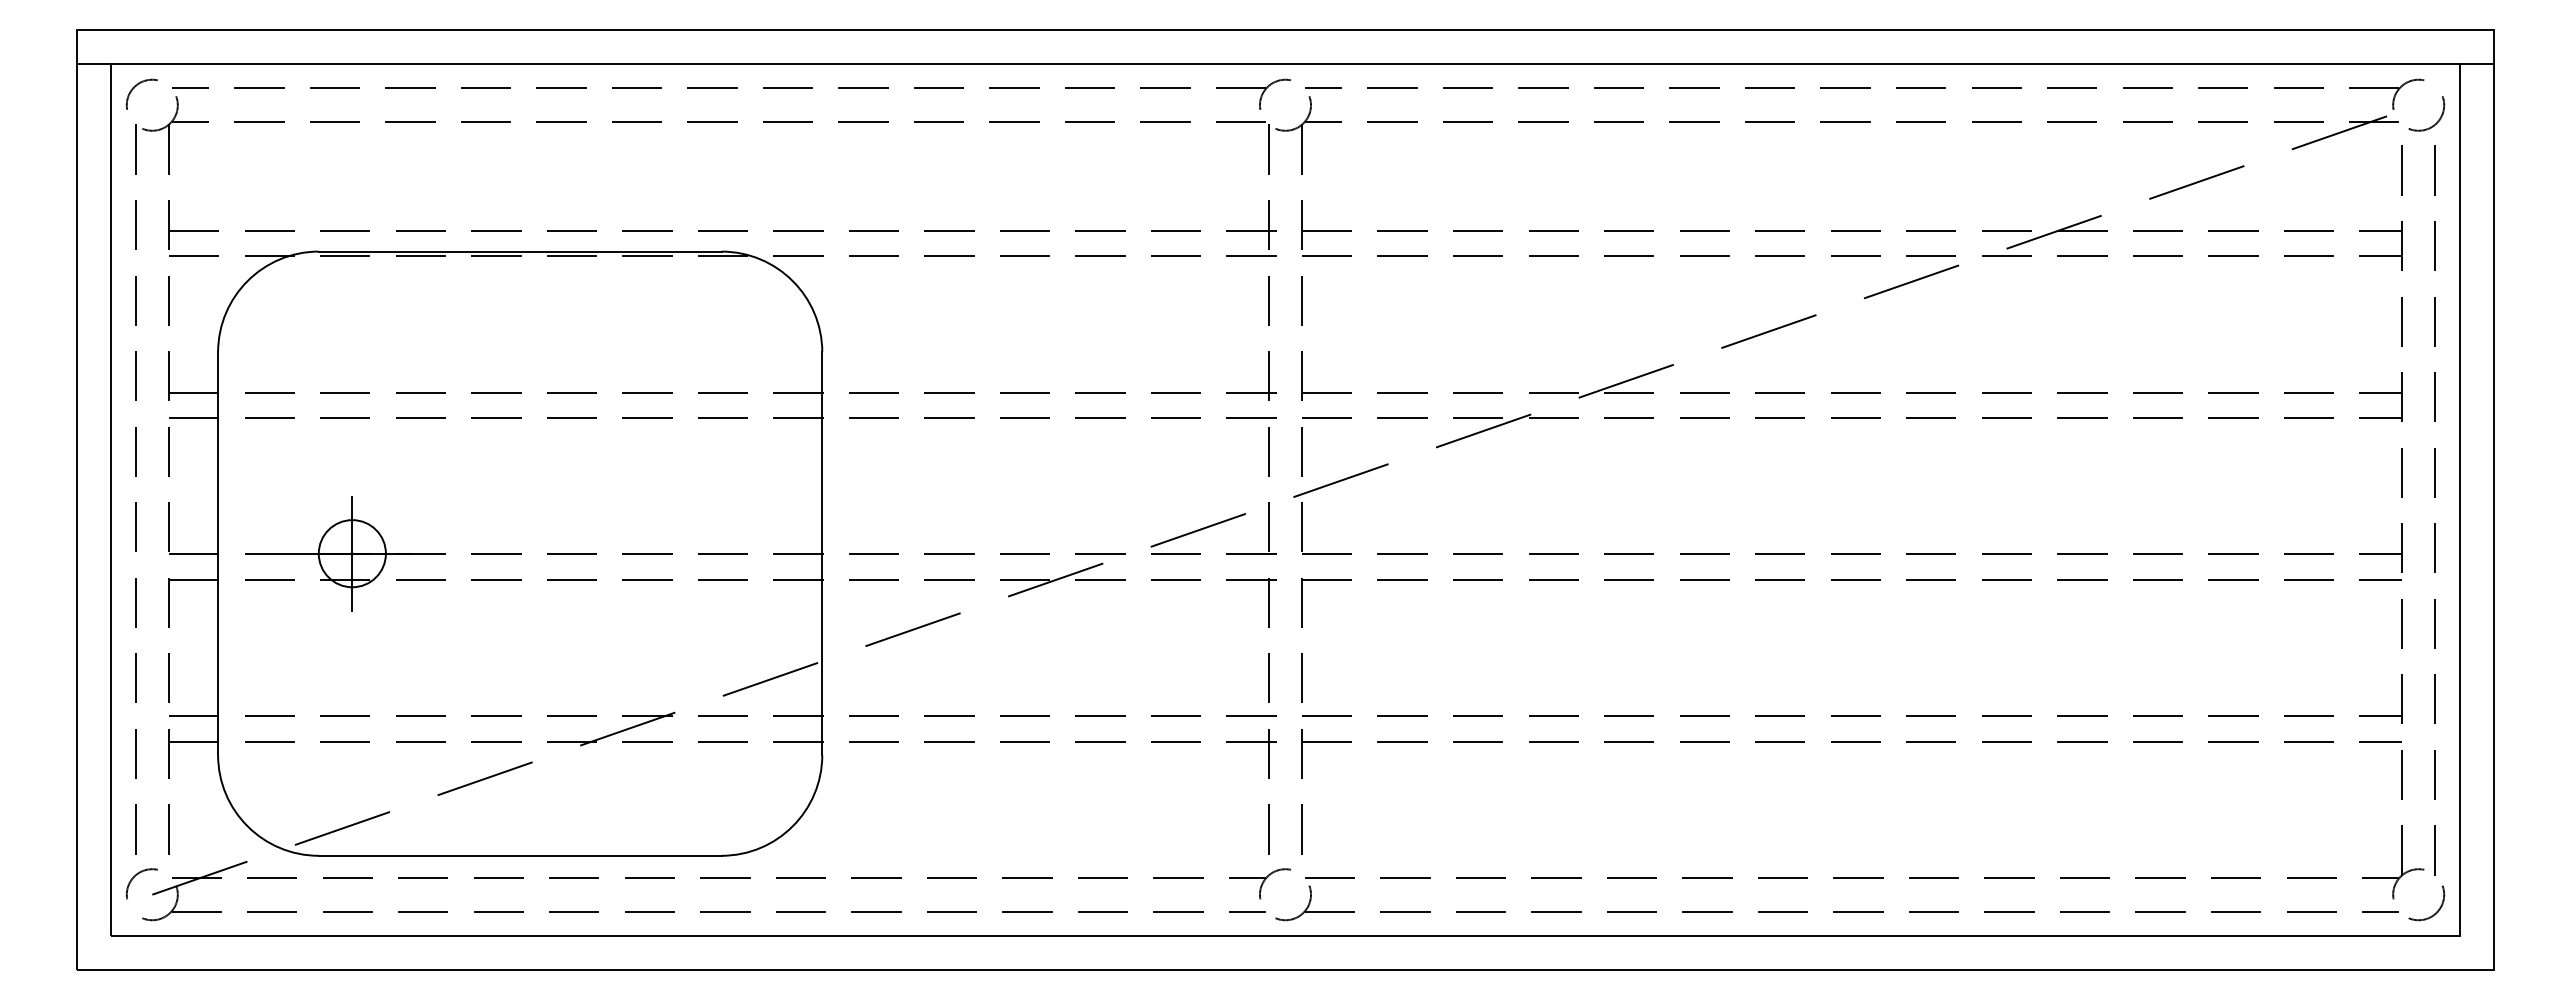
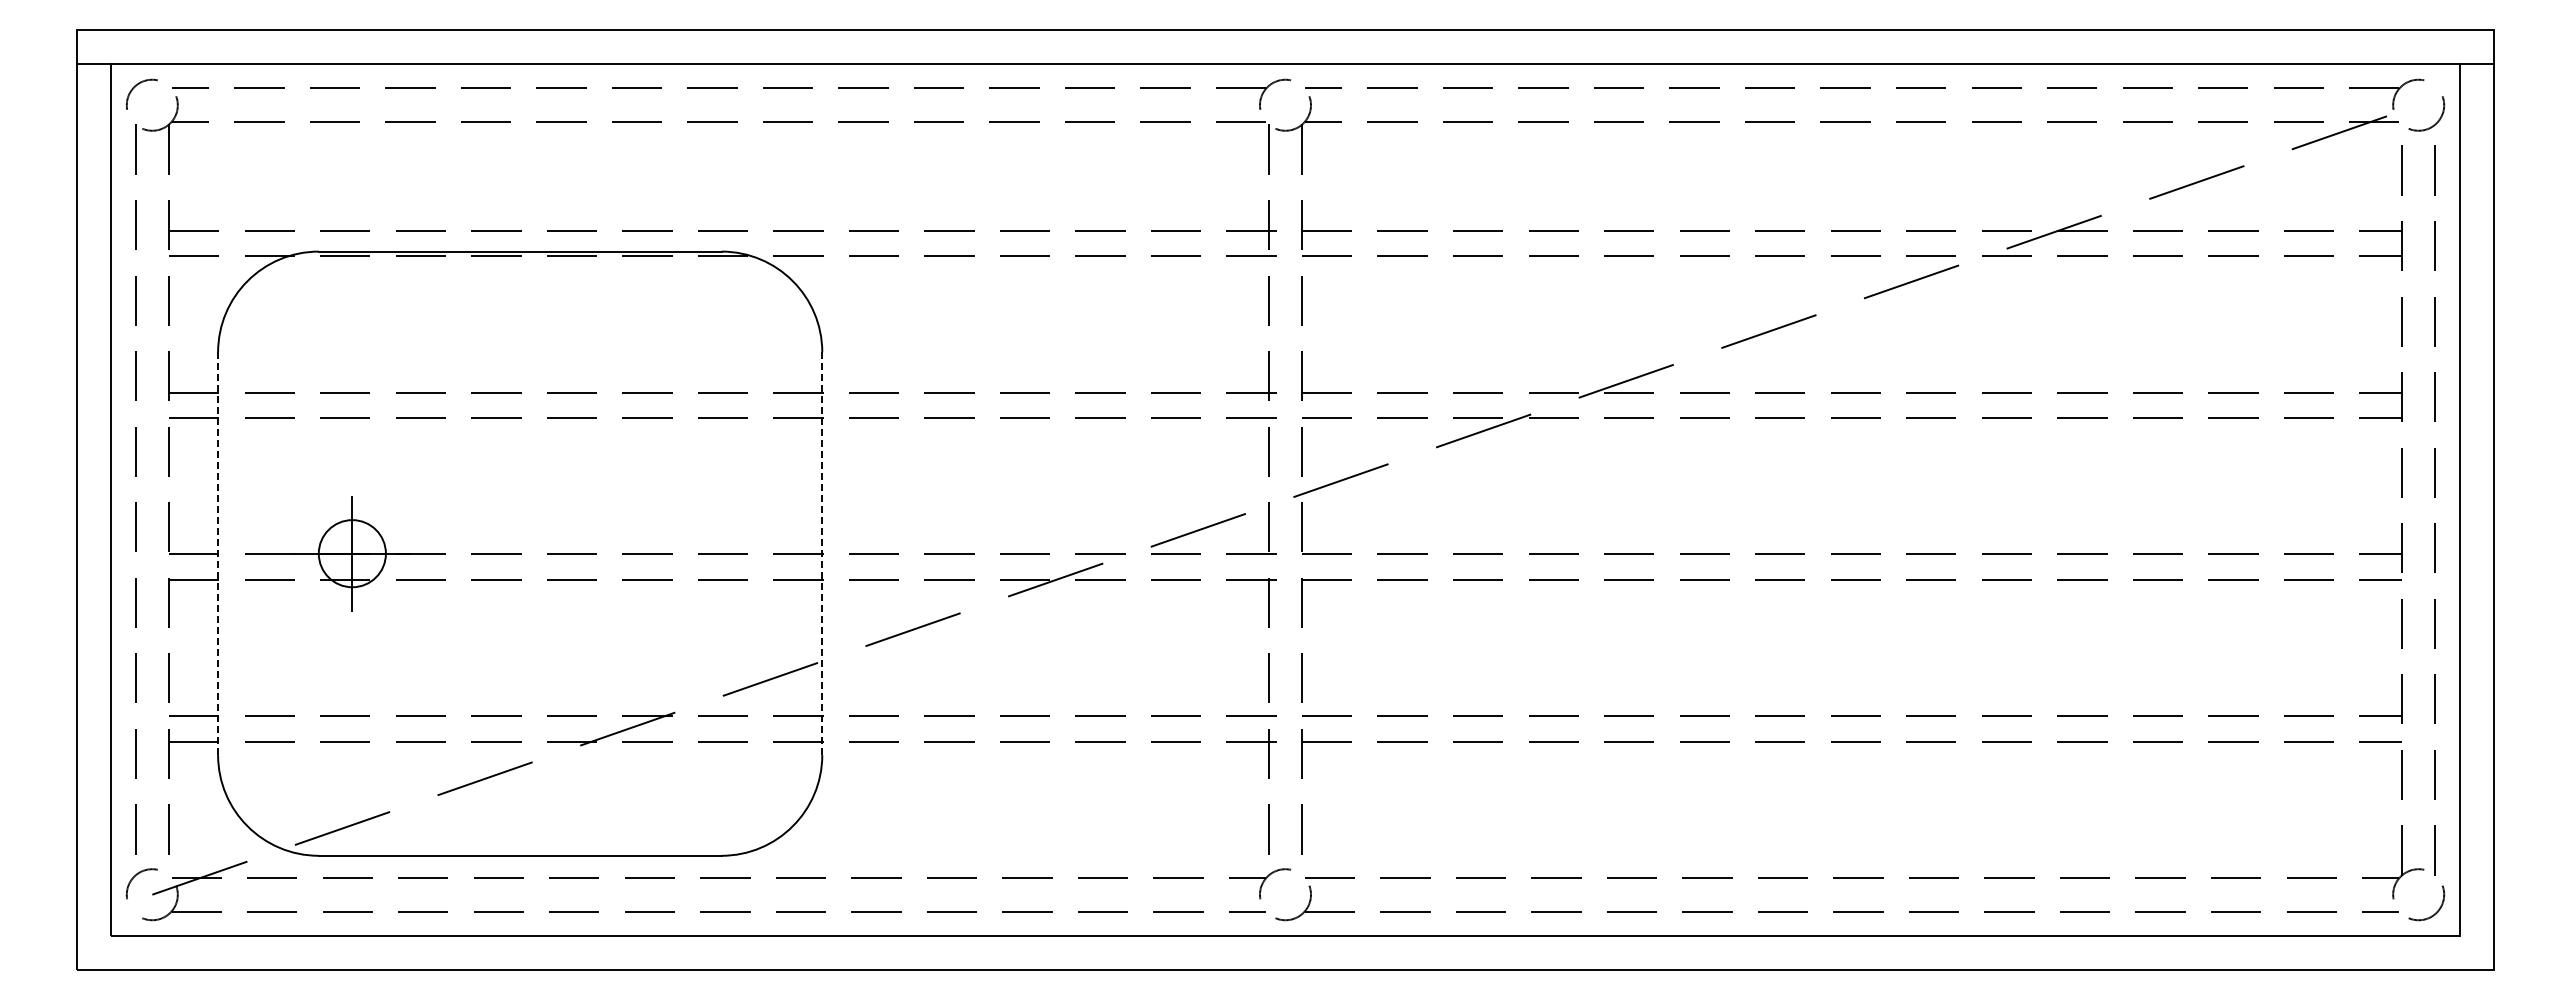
line at (218, 553): solid -> dashed
line at (822, 554): solid -> dashed
